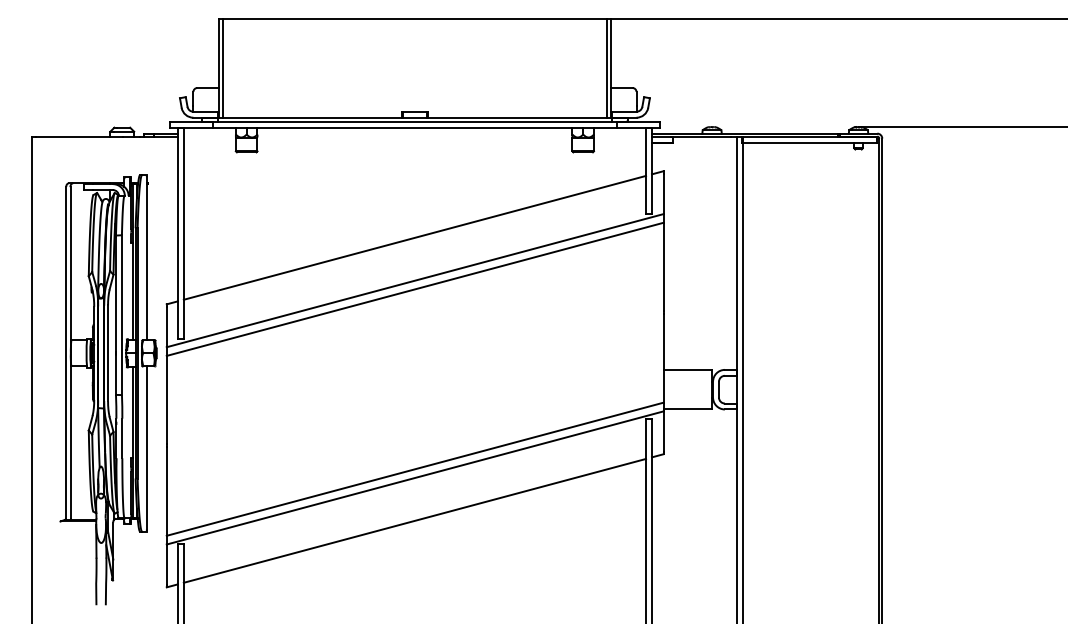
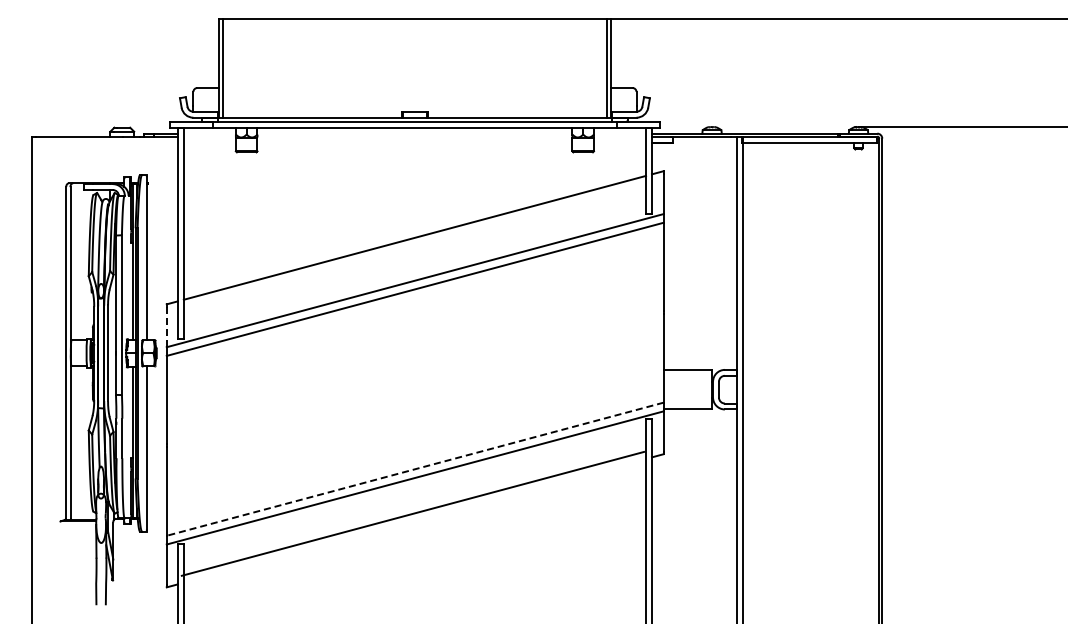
line at (166, 327): solid -> dashed
line at (414, 469): solid -> dashed
line at (414, 520) position: (414, 520) -> (412, 513)
